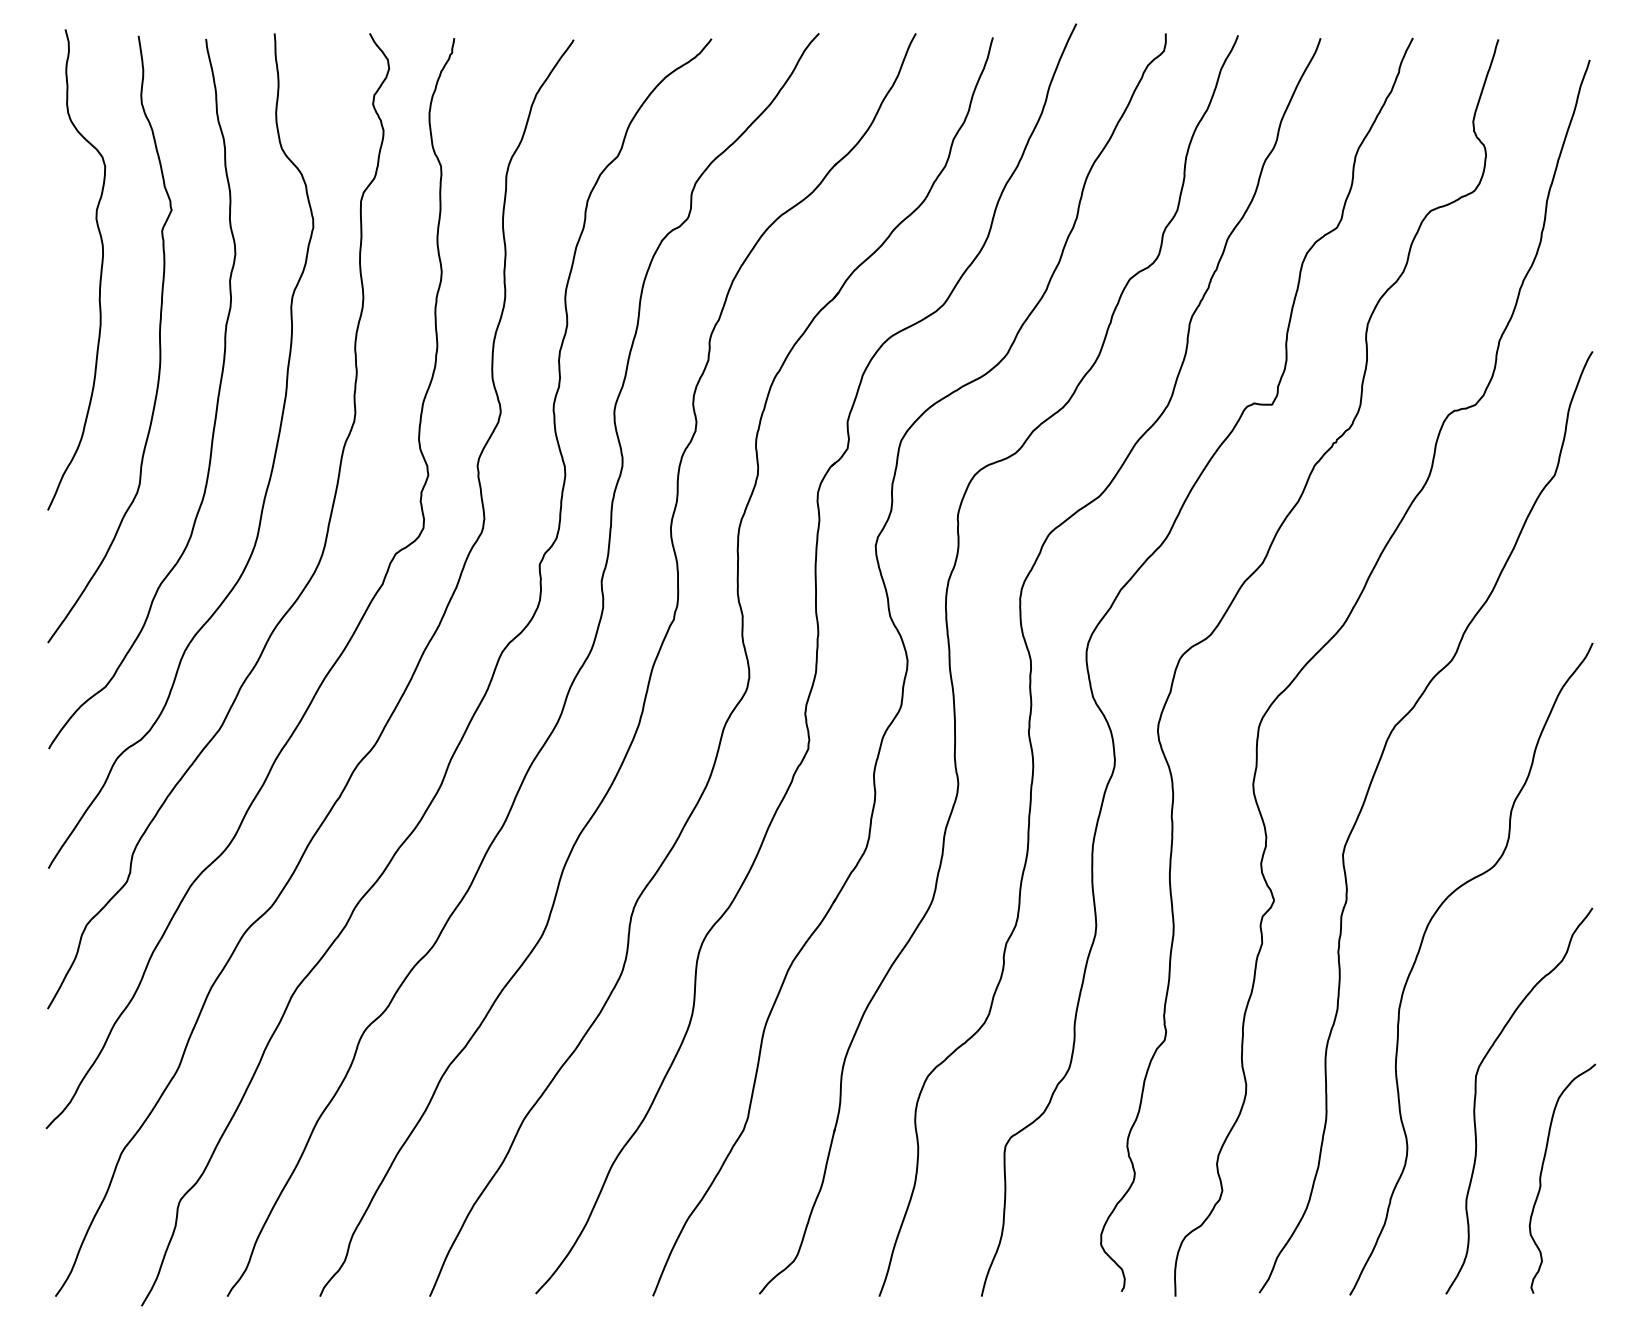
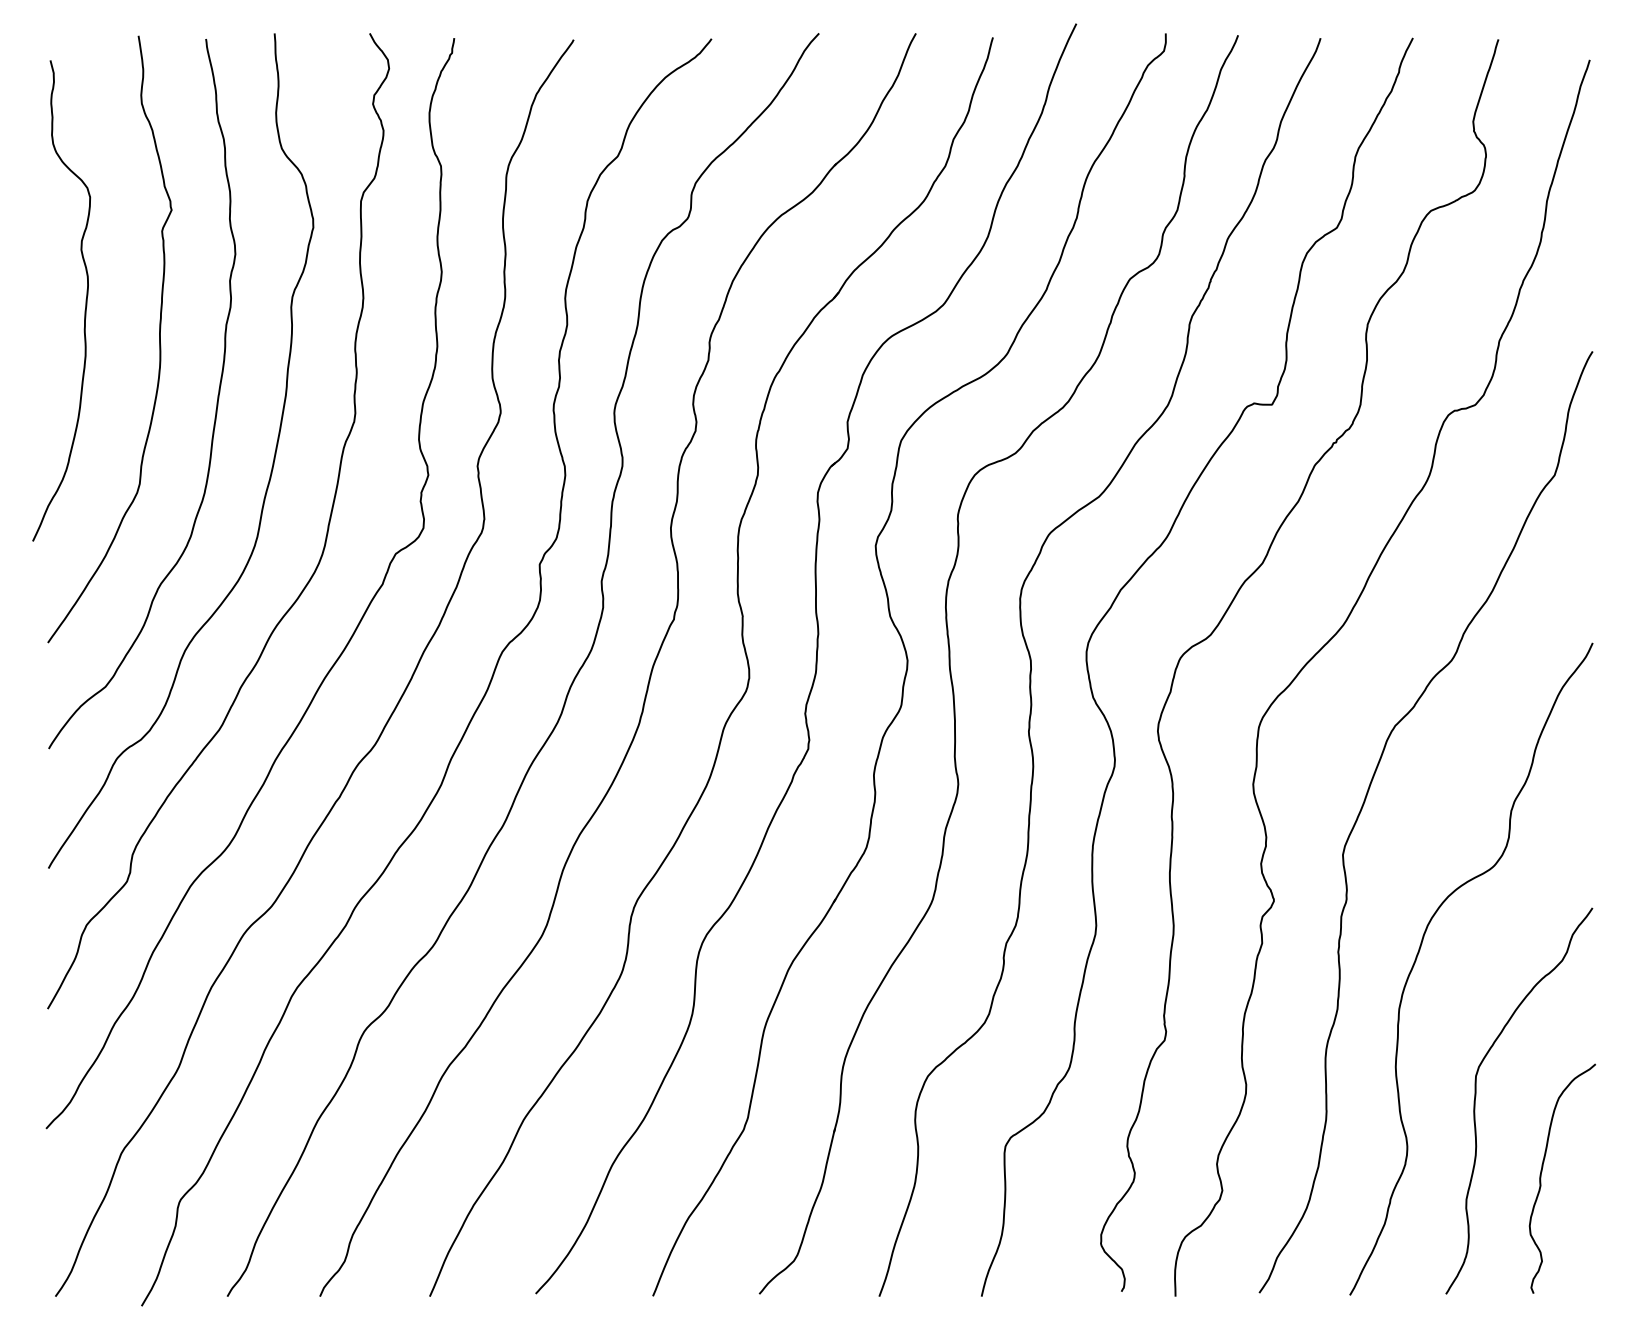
curve at (100, 269) position: (100, 269) -> (85, 300)
